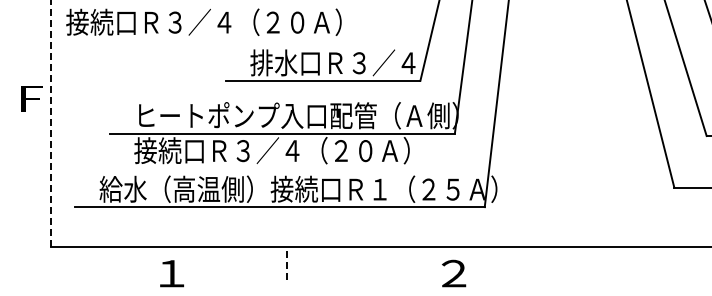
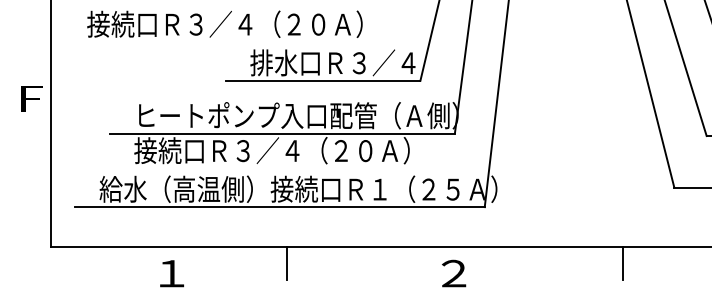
text at (203, 21) position: (203, 21) -> (224, 23)
line at (51, 123): dashed -> solid
line at (286, 263): dashed -> solid
line at (622, 263): none -> present
